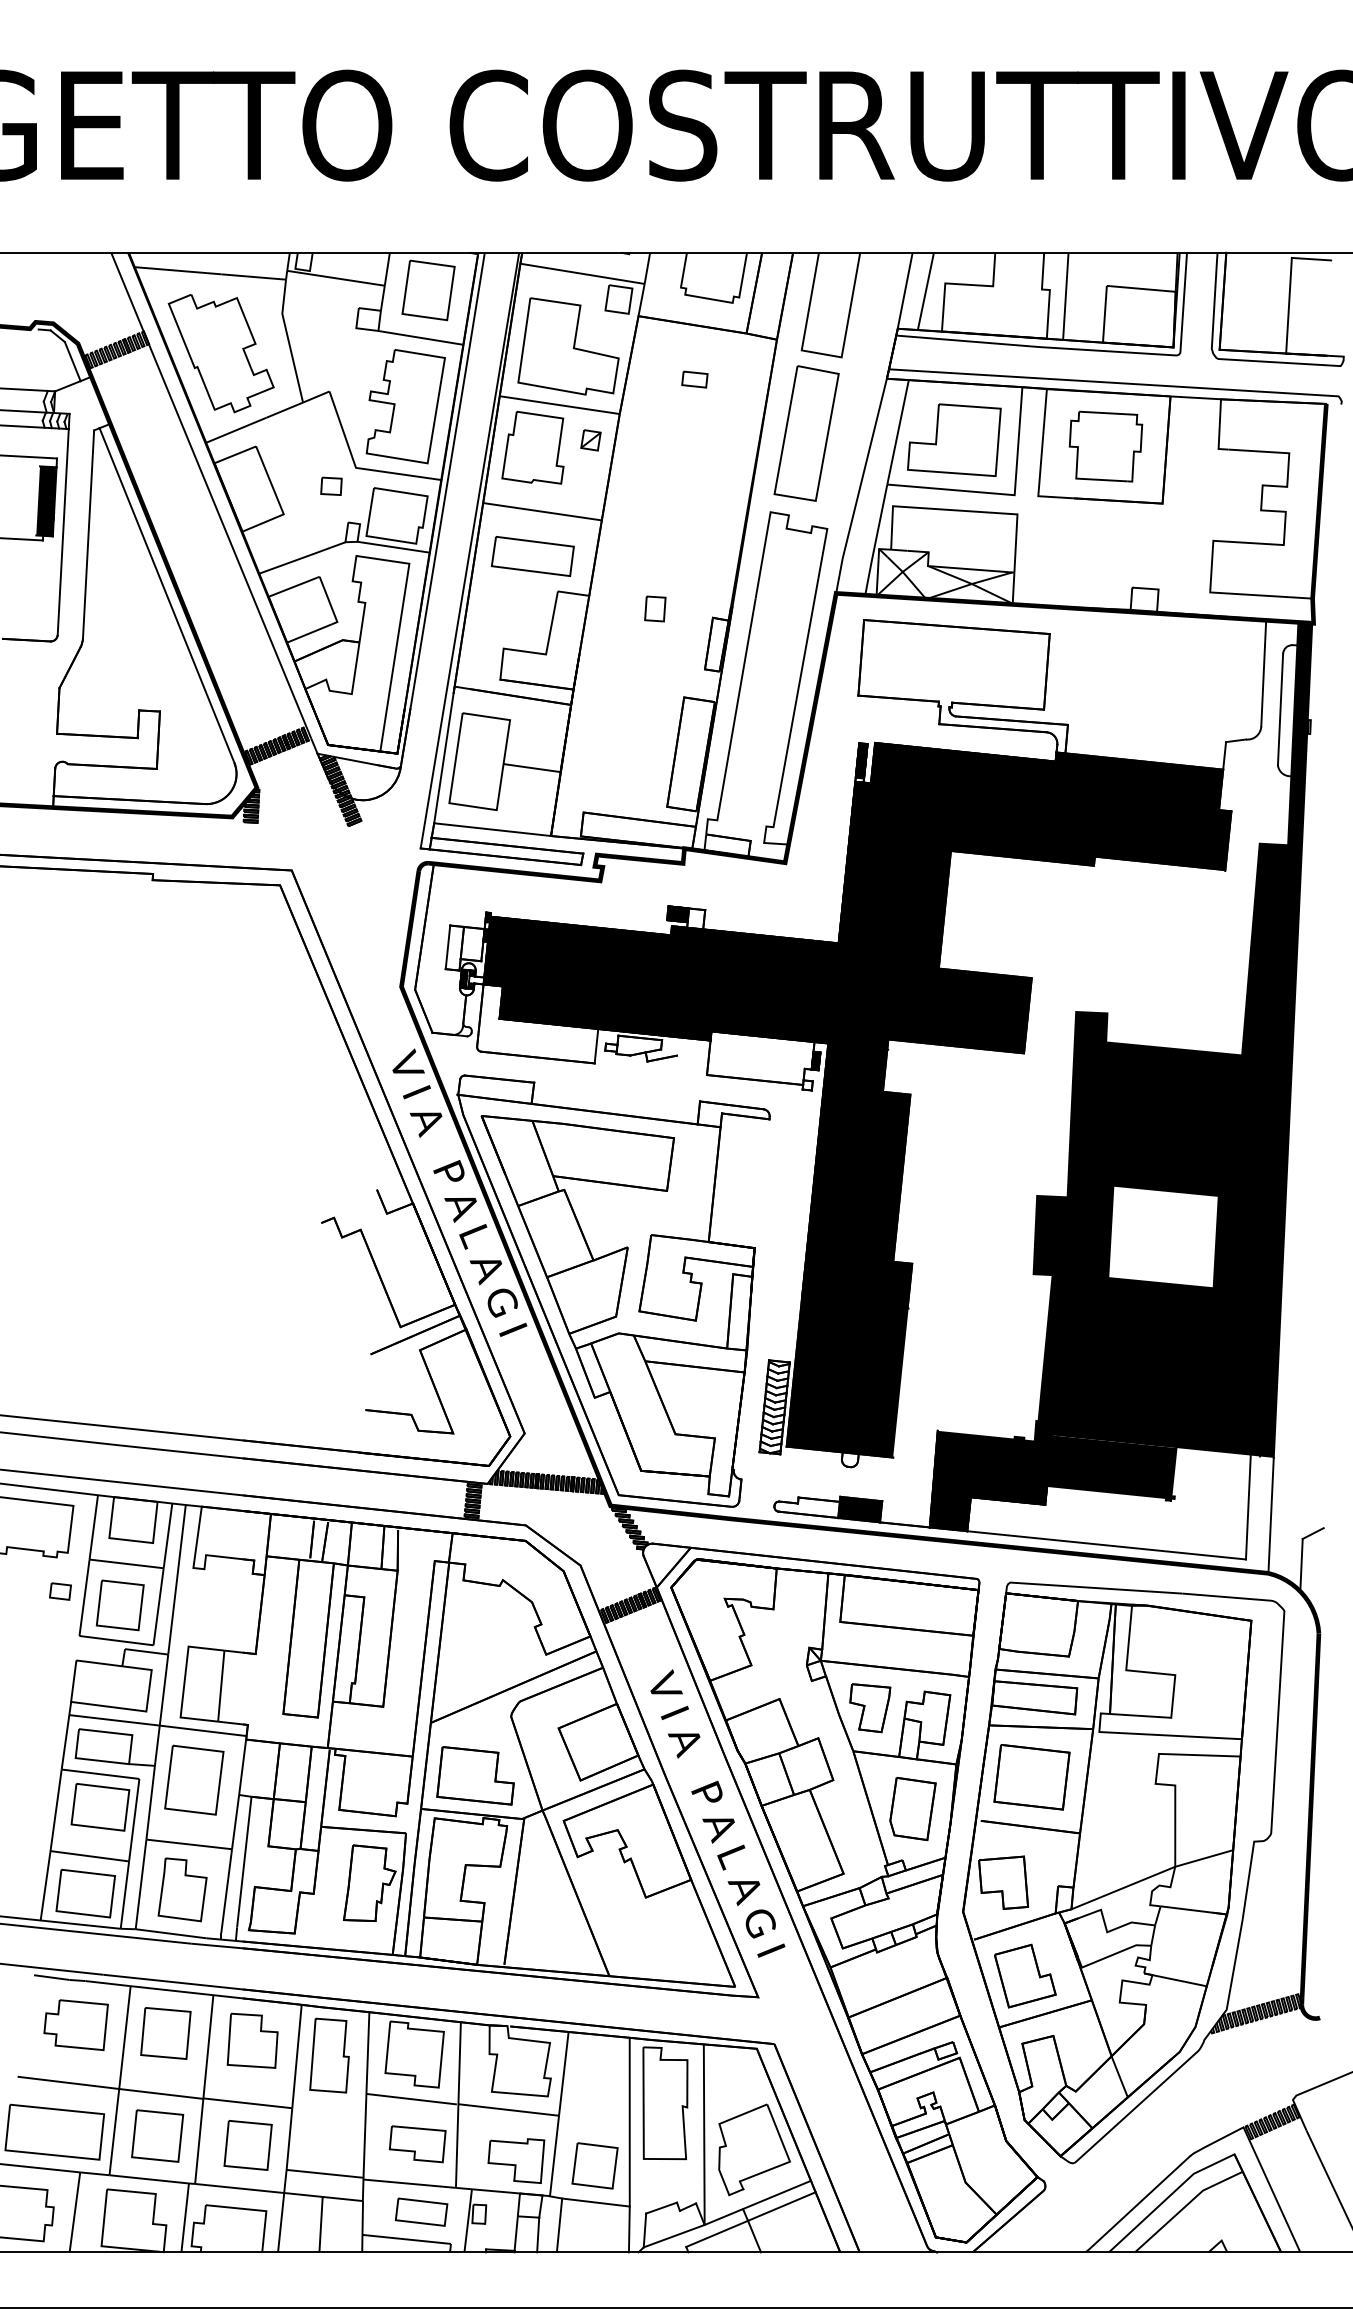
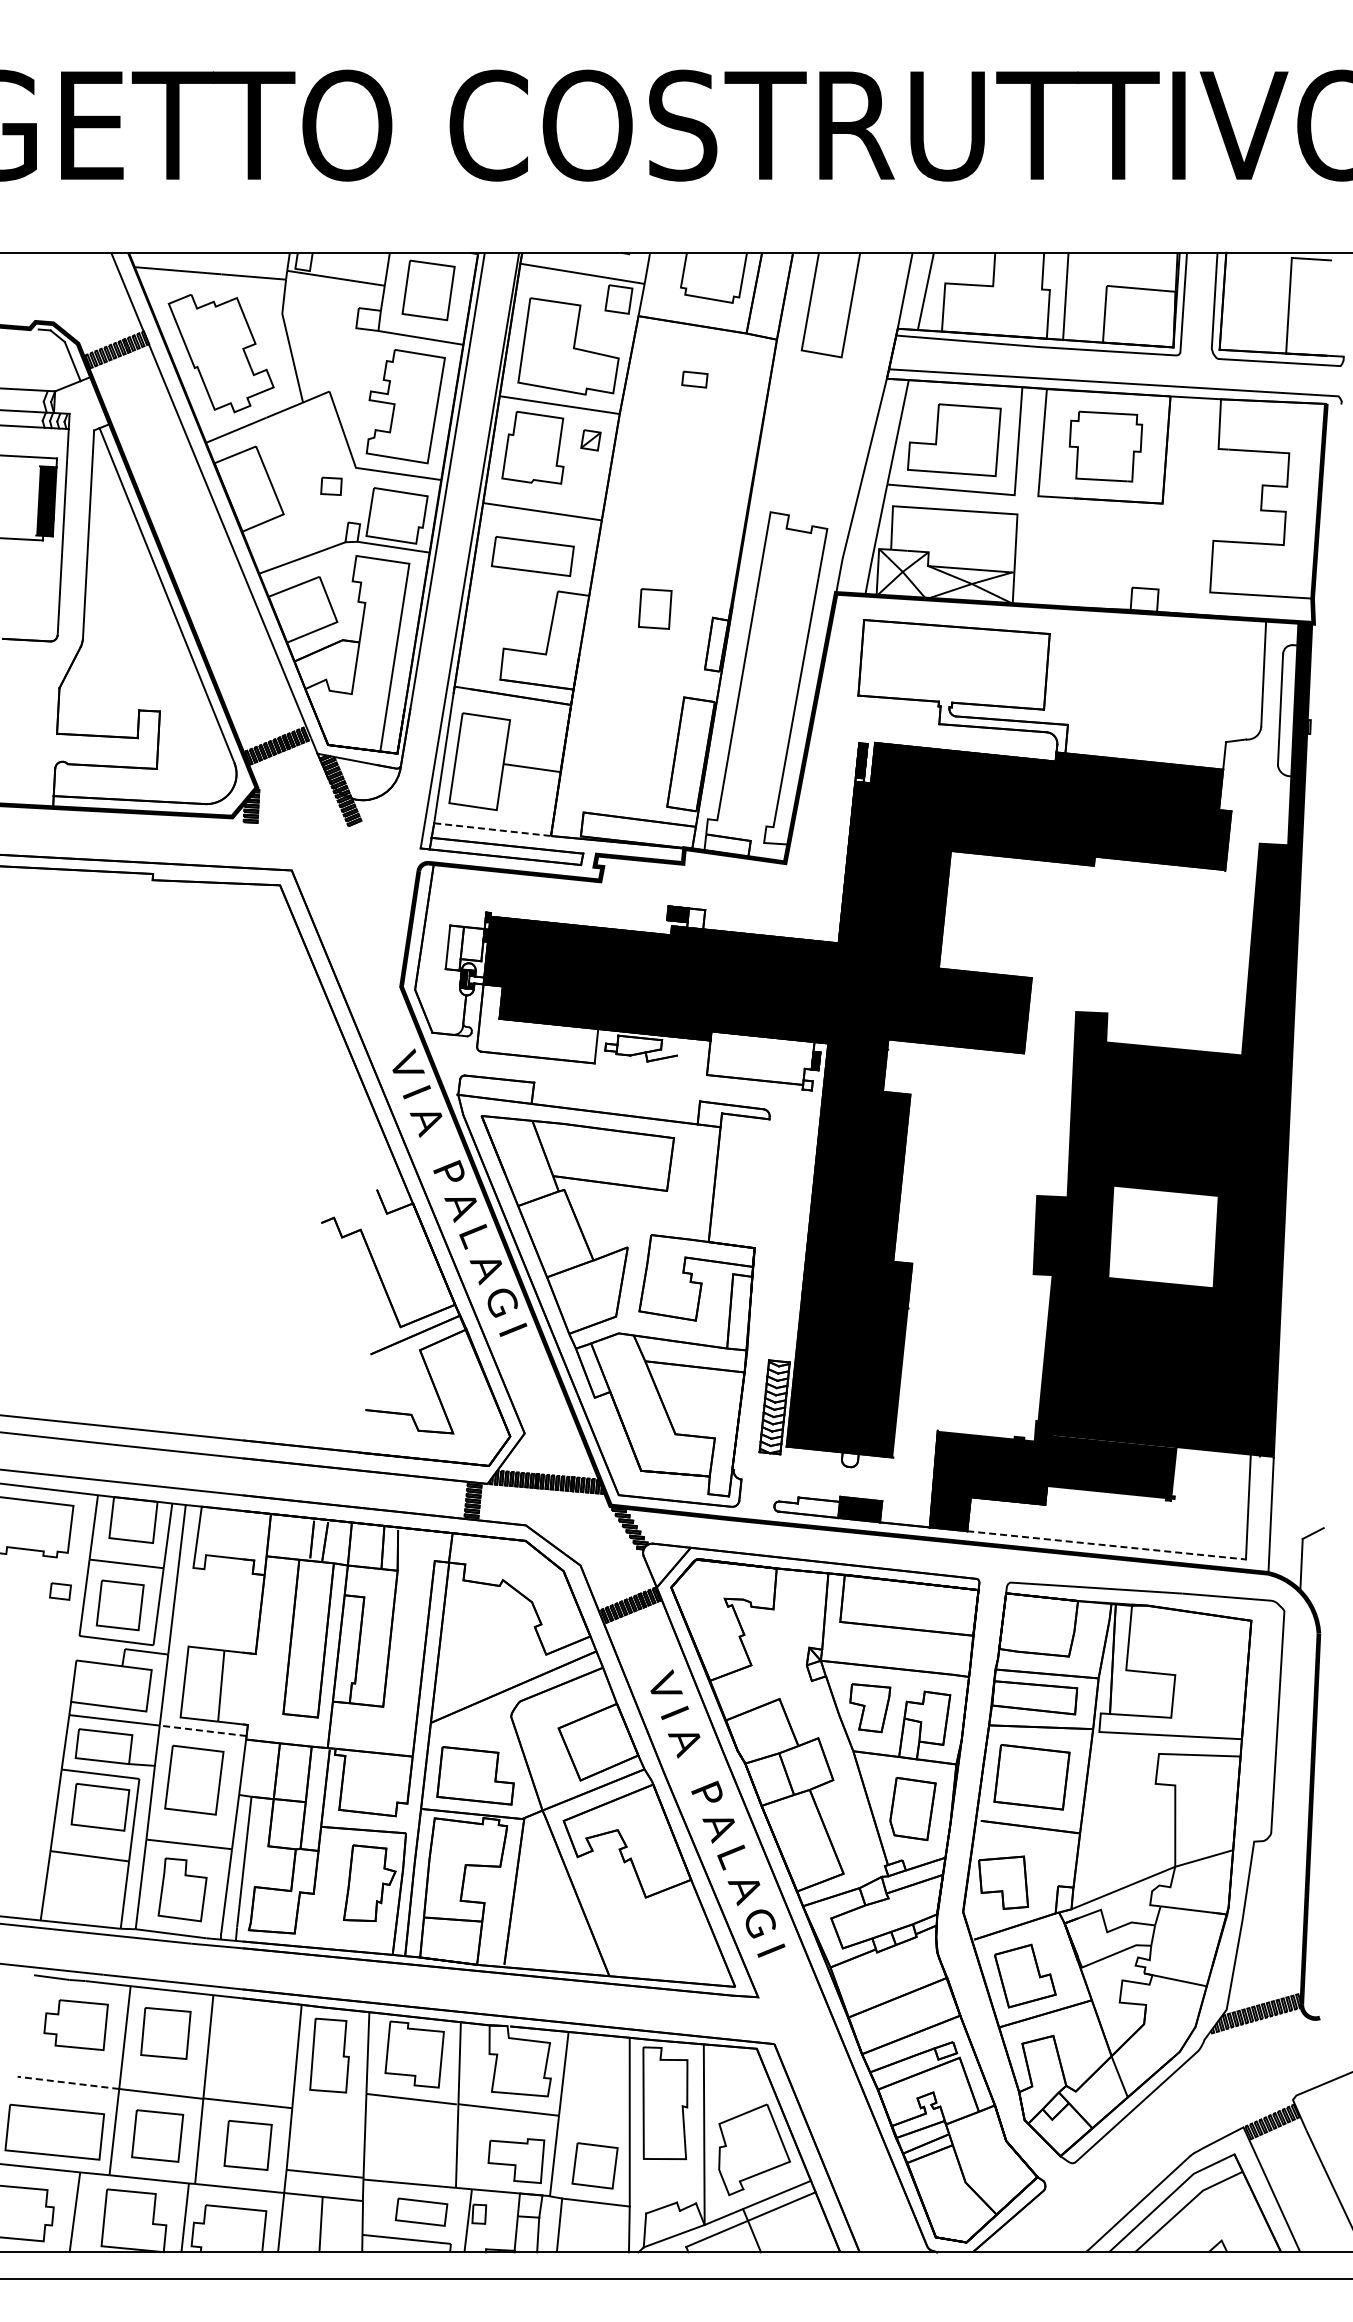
part at (806, 433): present -> none
part at (655, 608) size: 23x28 px -> 35x42 px
line at (492, 829): solid -> dashed
line at (1107, 1545): solid -> dashed
line at (203, 1730): solid -> dashed
part at (85, 1893): present -> none
part at (252, 2040): present -> none
line at (67, 2082): solid -> dashed
part at (417, 2144): present -> none
line at (675, 2307) position: (675, 2307) -> (675, 2278)
